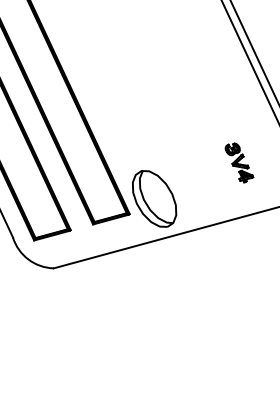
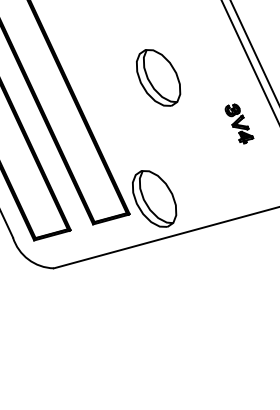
part at (158, 77): none -> present
part at (239, 162) position: (239, 162) -> (239, 123)
